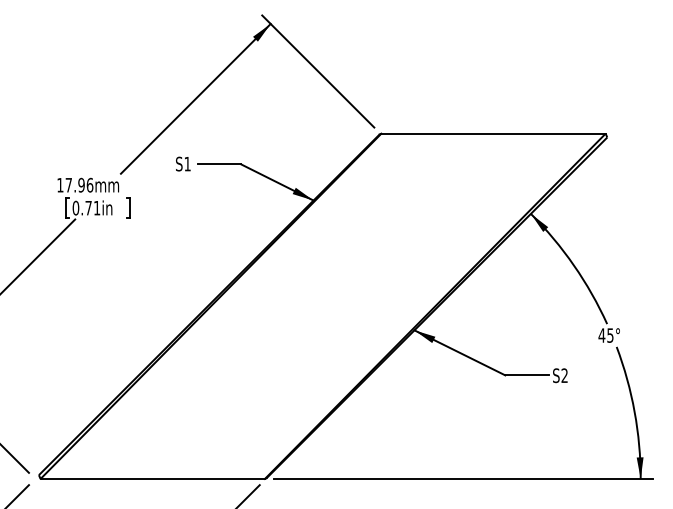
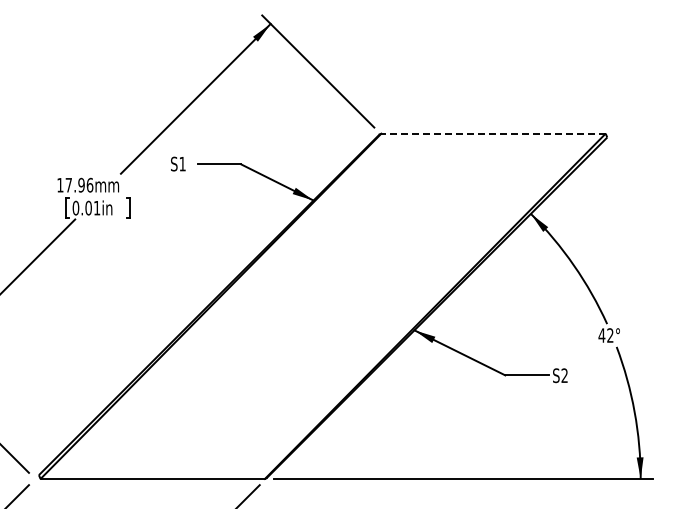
line at (493, 133): solid -> dashed
text at (183, 163) position: (183, 163) -> (178, 163)
text at (88, 207): 0.71in -> 0.01in
text at (610, 335): 45° -> 42°
